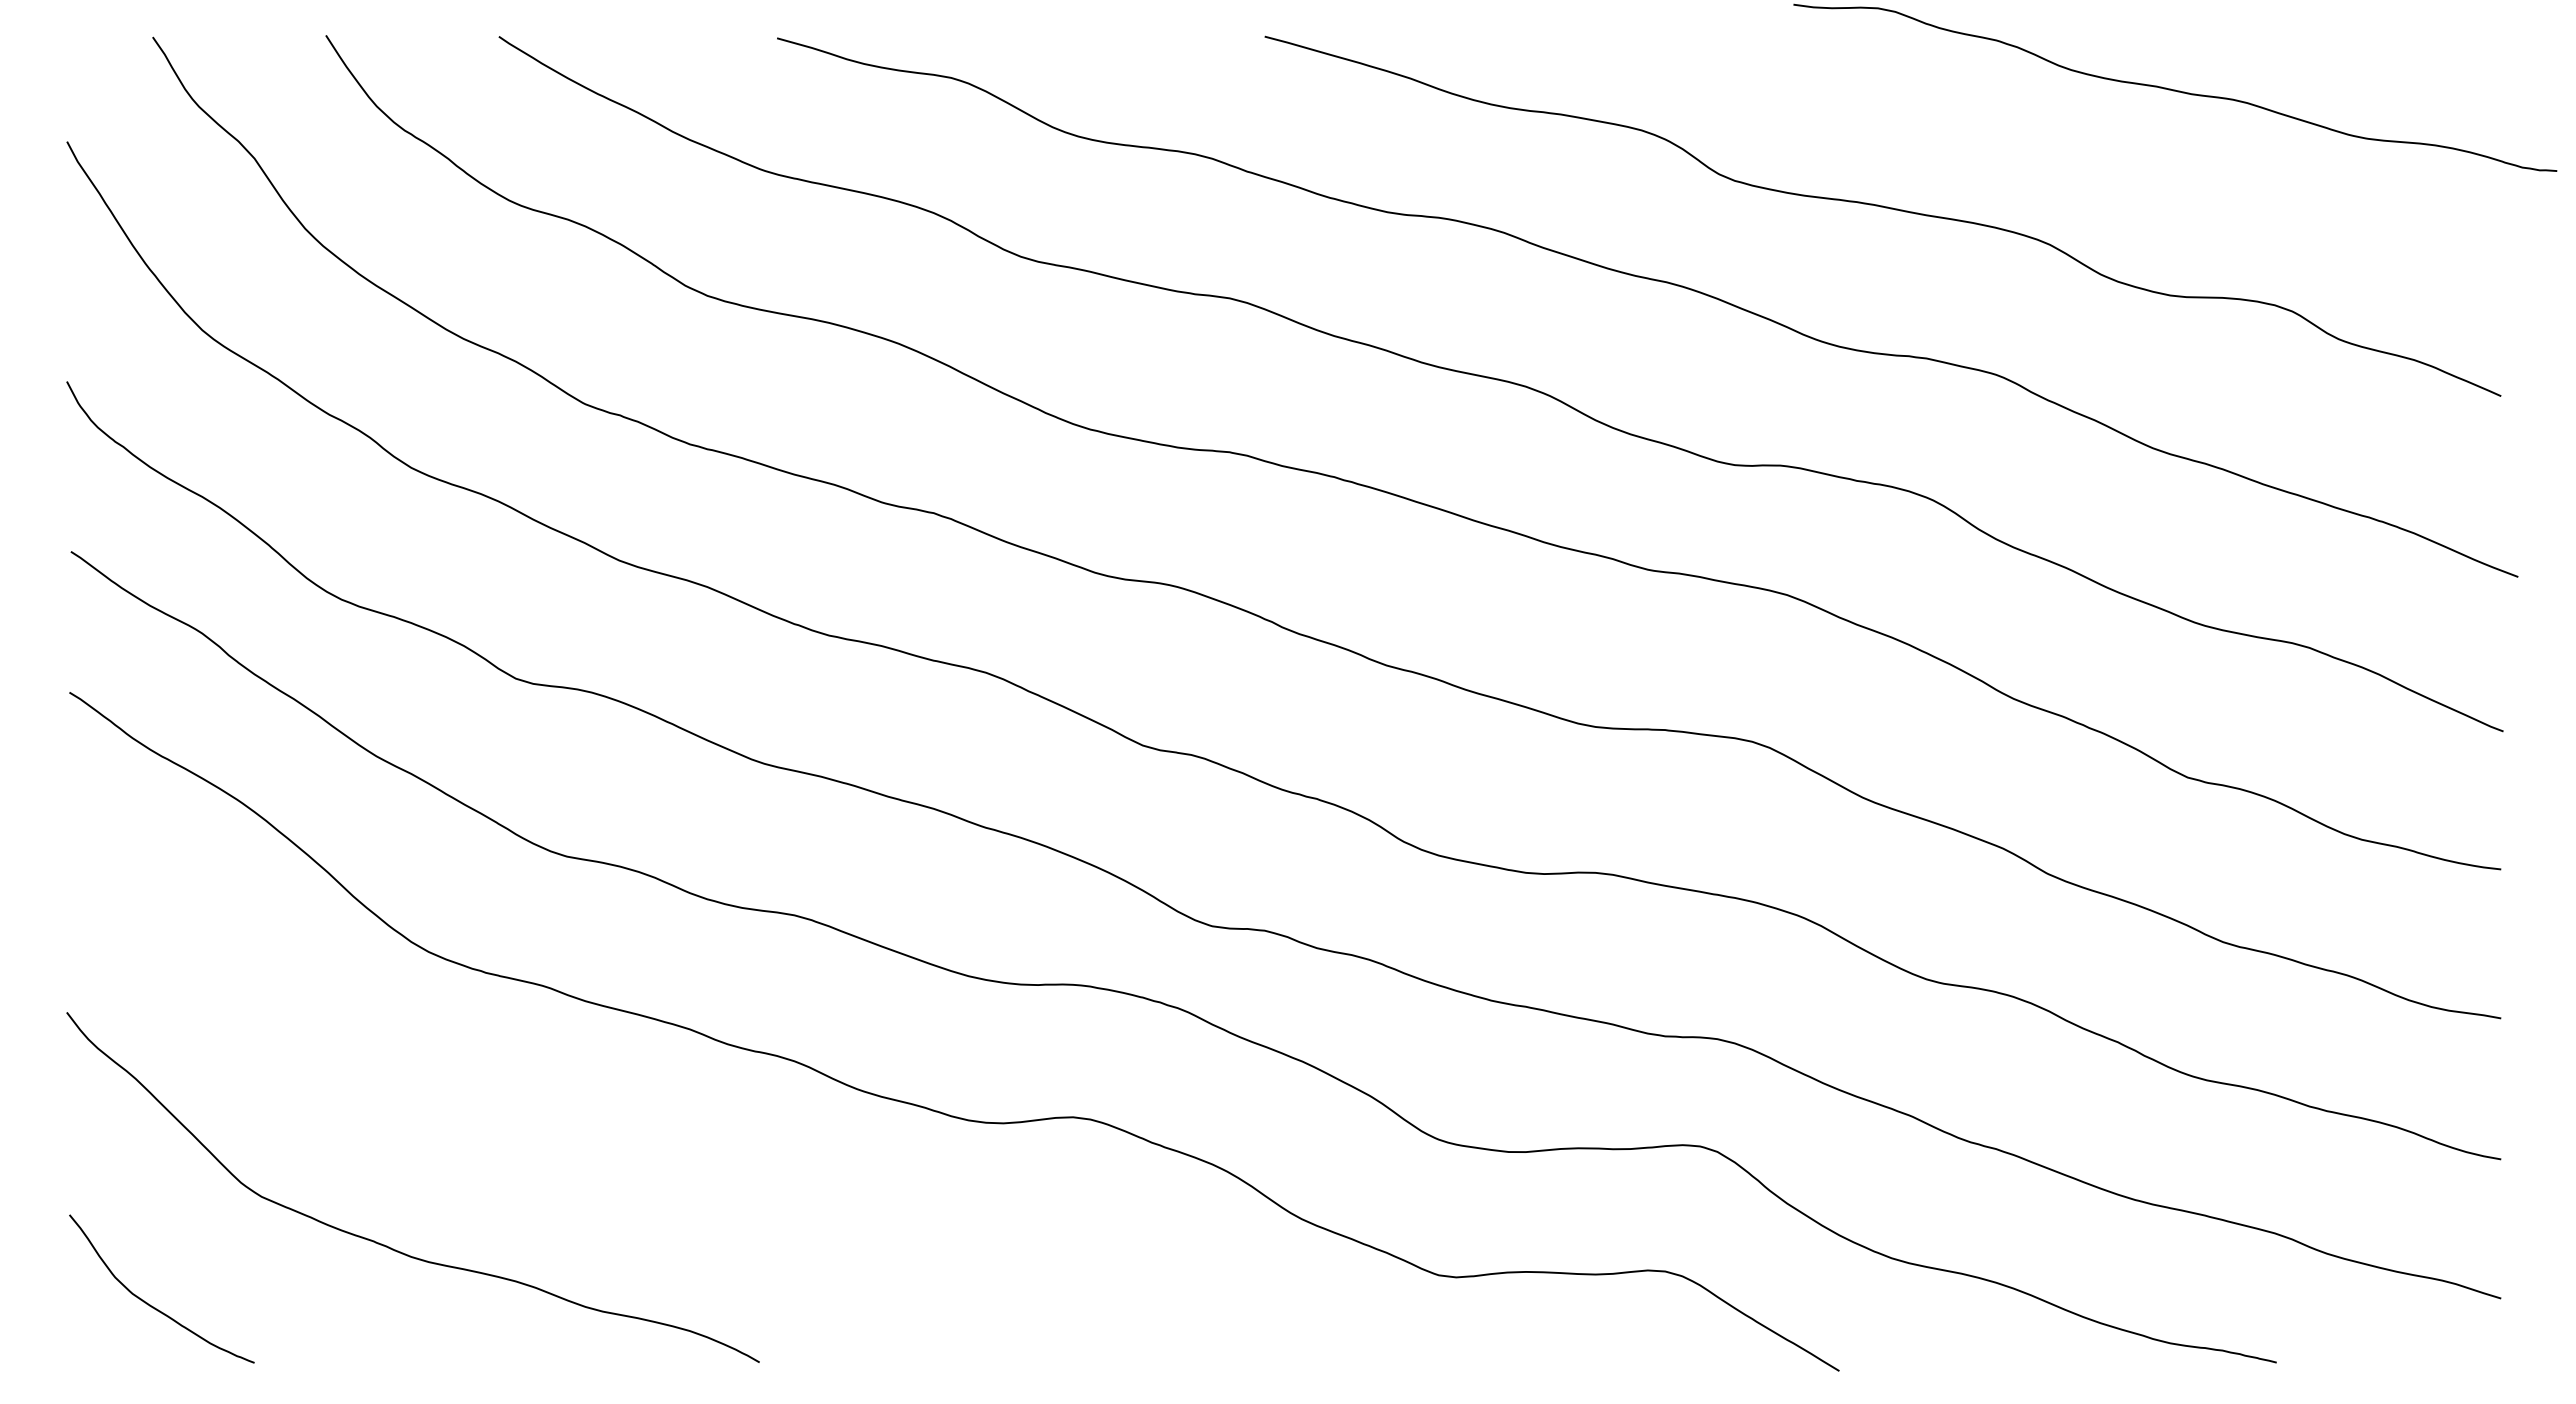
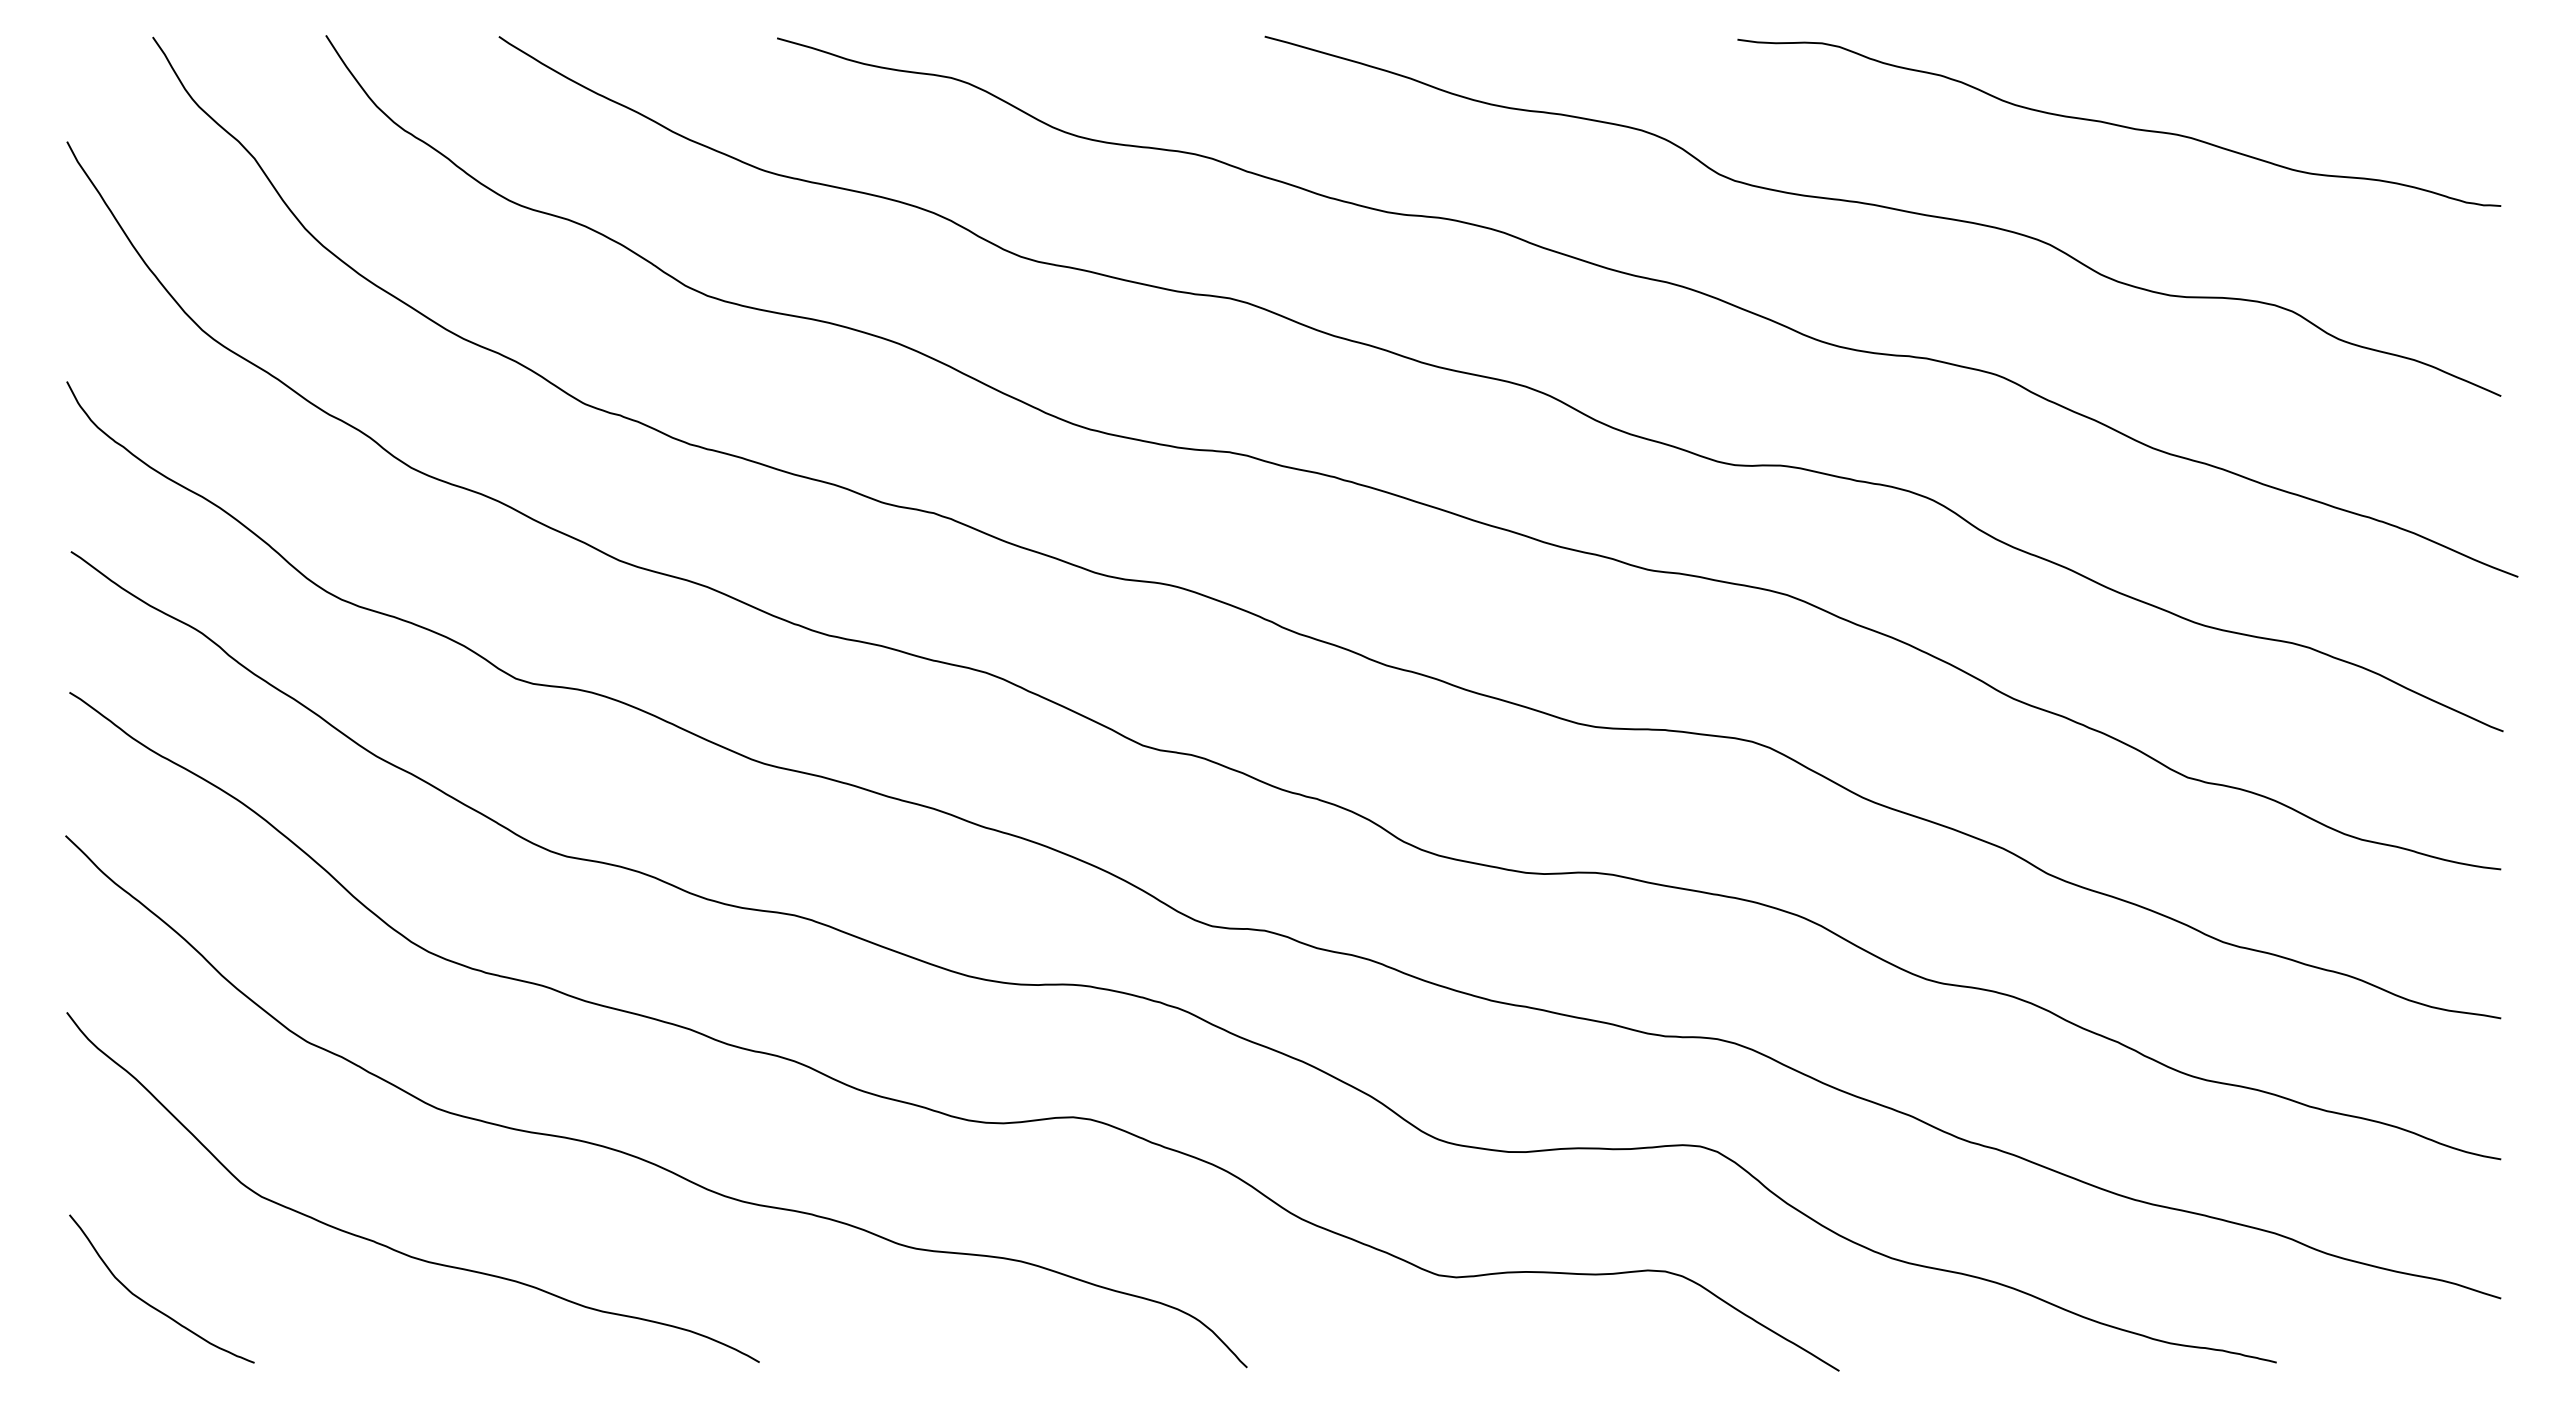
curve at (2175, 89) position: (2175, 89) -> (2119, 124)
curve at (635, 1155): none -> present
